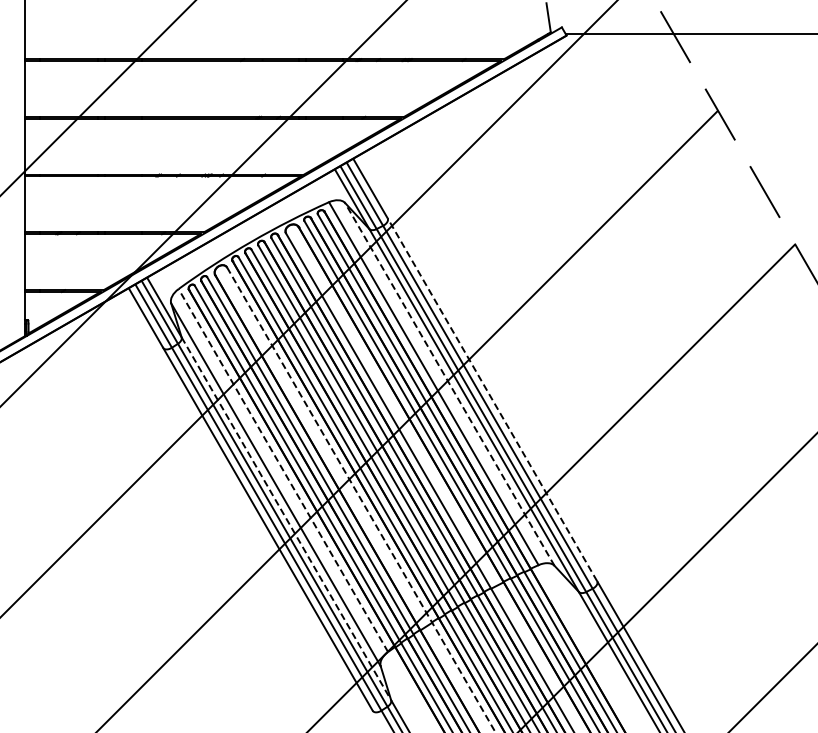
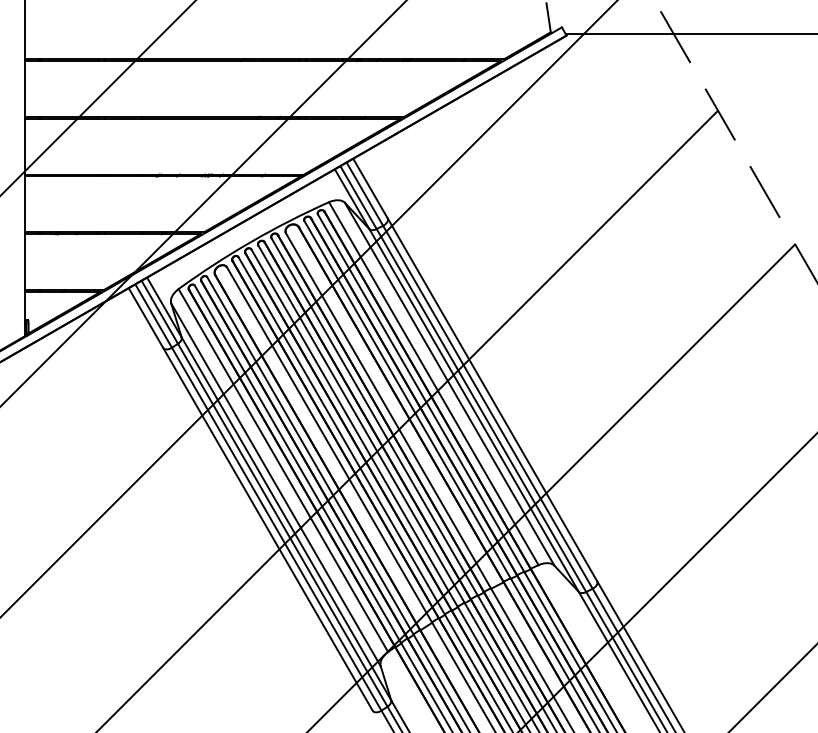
line at (449, 384): dashed -> solid
line at (492, 399): dashed -> solid
line at (283, 470): dashed -> solid
line at (361, 500): dashed -> solid
line at (286, 518): dashed -> solid
